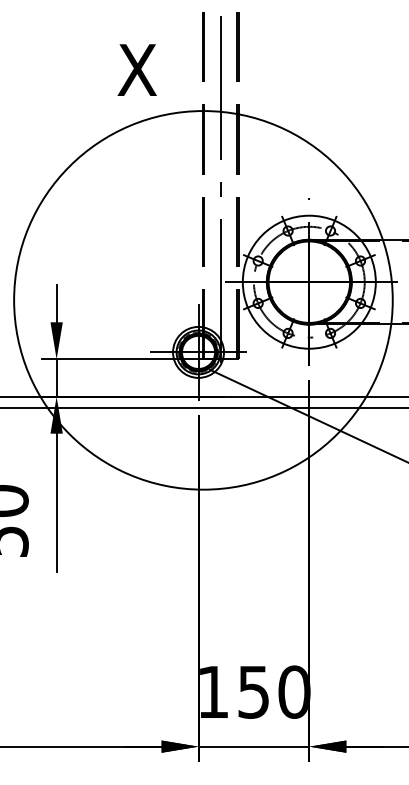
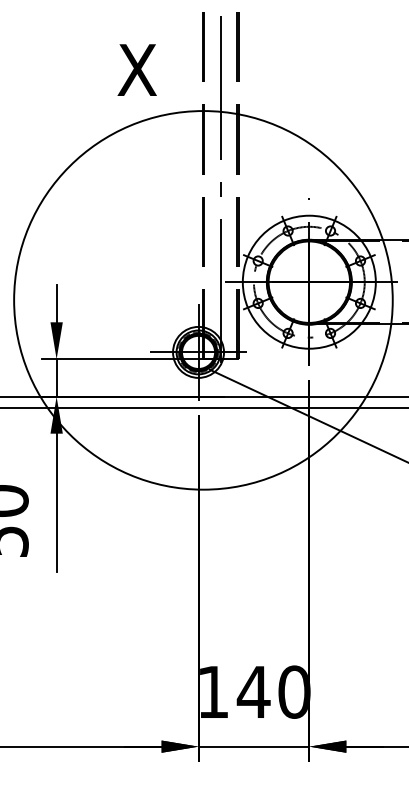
text at (253, 692): 150 -> 140
